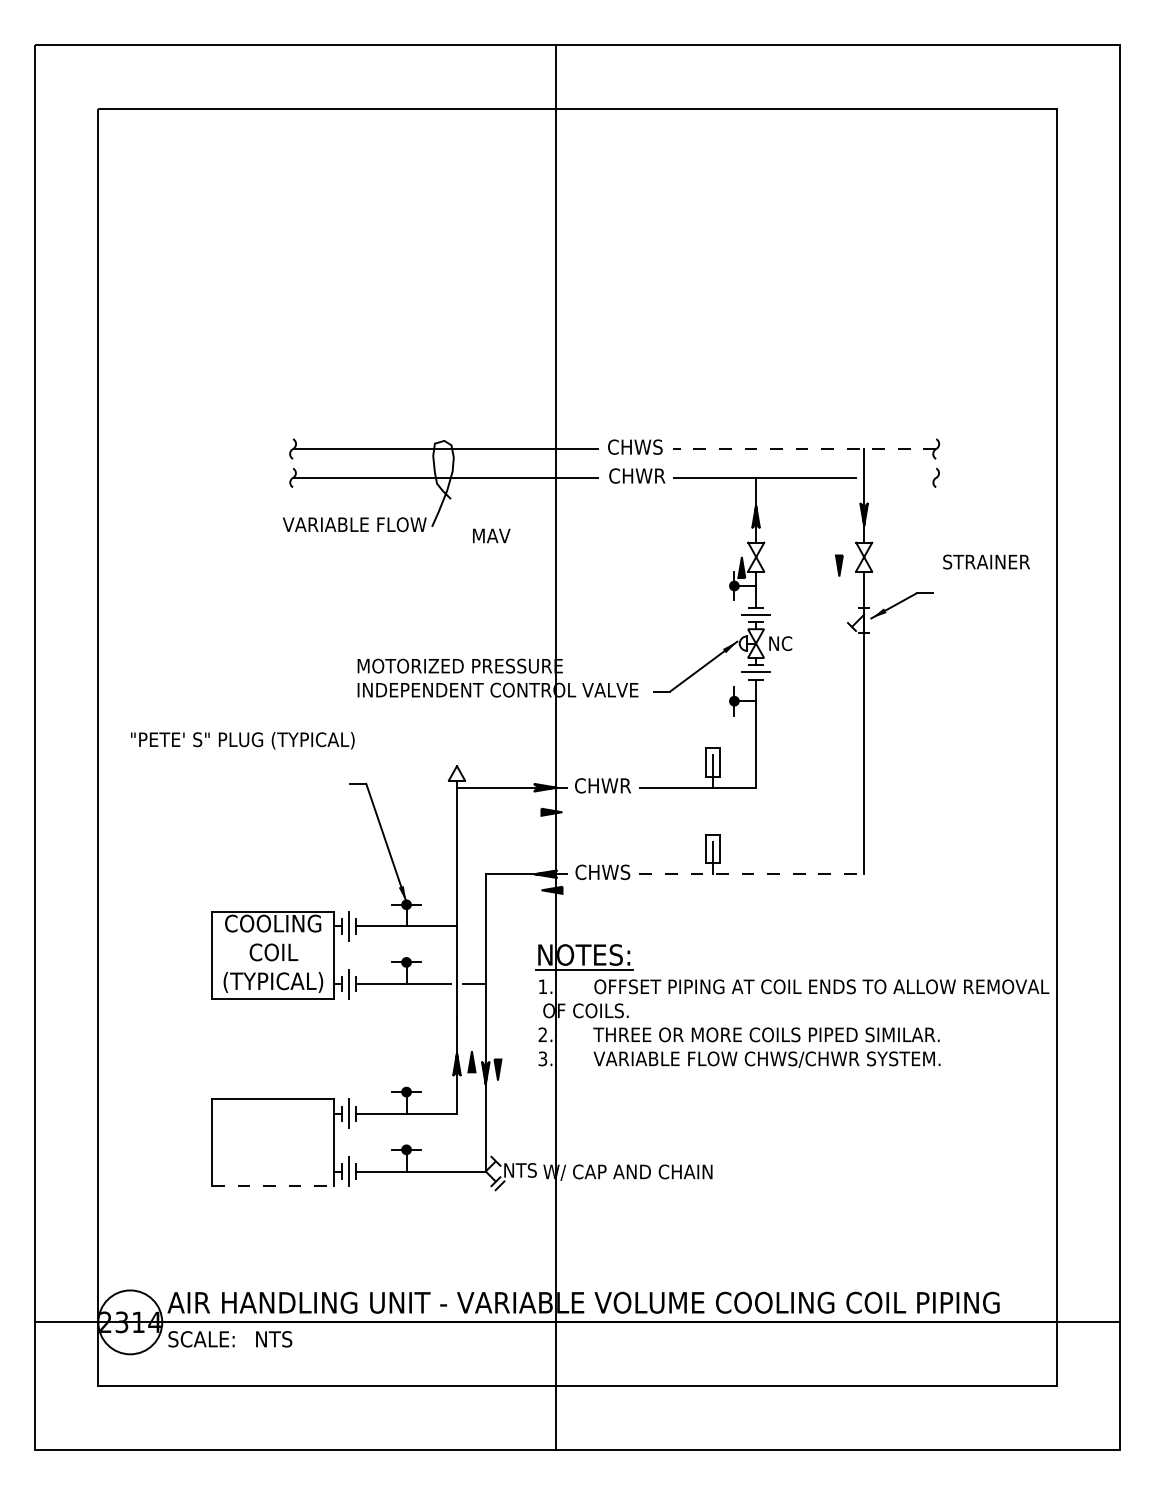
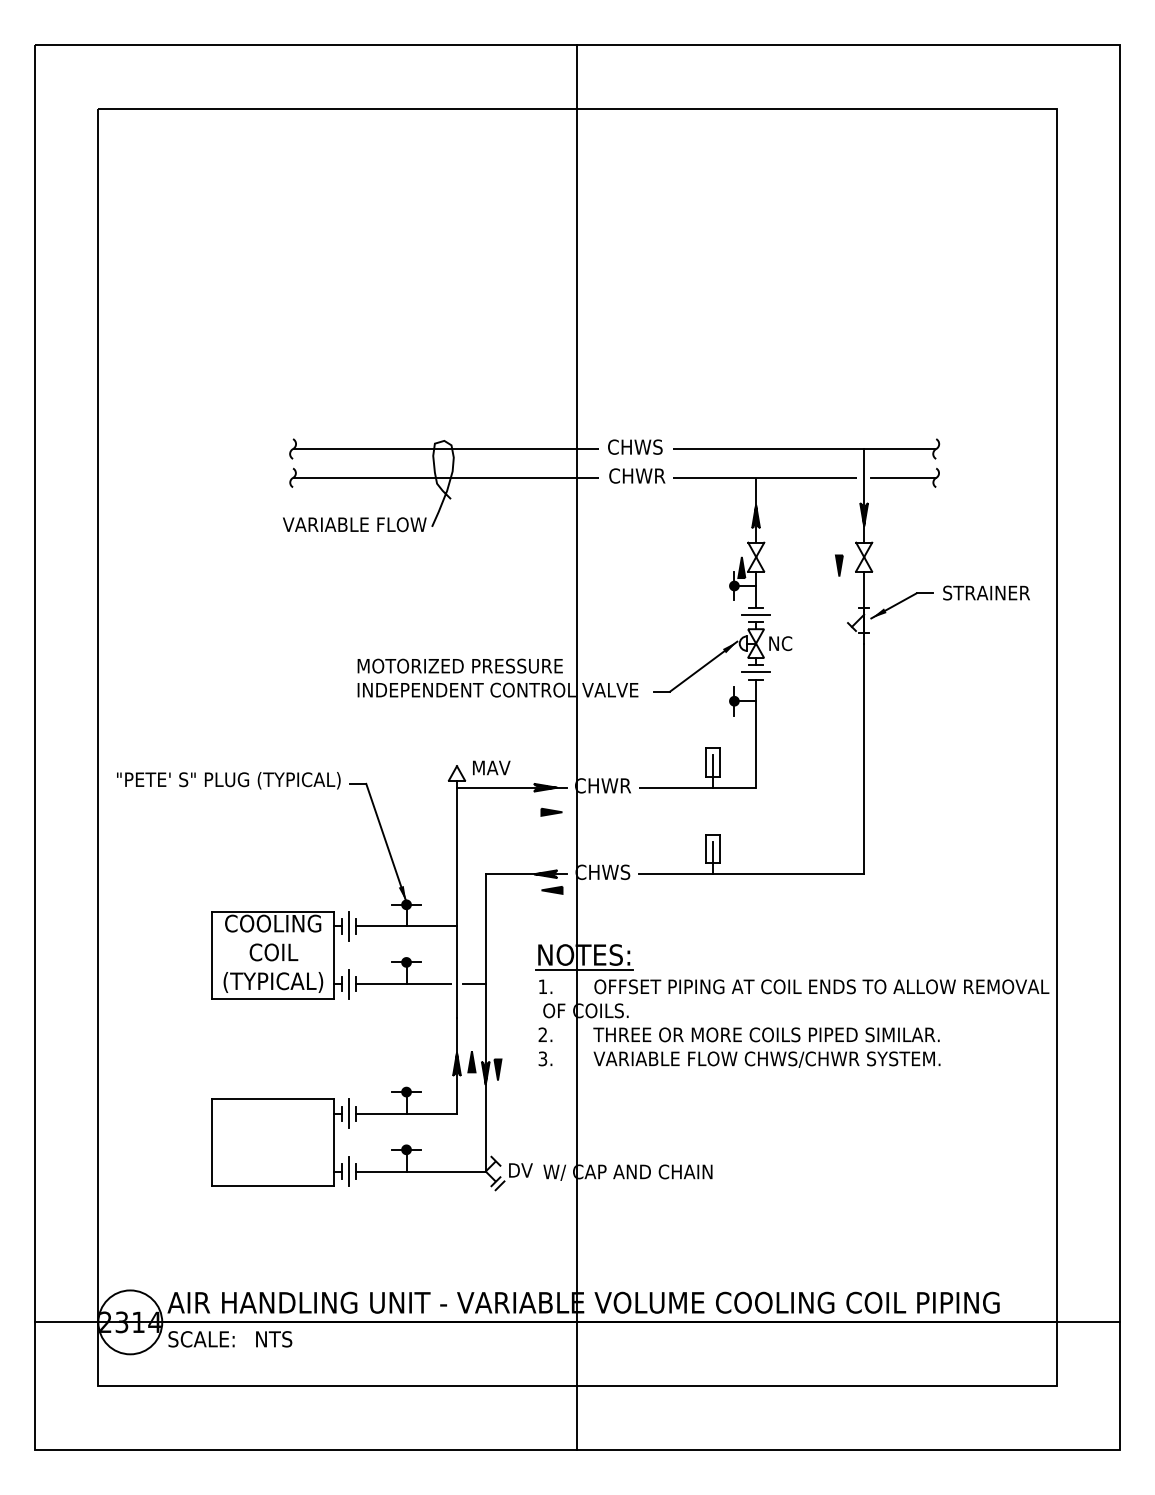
line at (803, 449): dashed -> solid
line at (903, 477): none -> present
text at (491, 535) position: (491, 535) -> (491, 767)
text at (986, 561) position: (986, 561) -> (986, 592)
text at (242, 740) position: (242, 740) -> (228, 780)
line at (556, 747) position: (556, 747) -> (577, 747)
line at (752, 874): dashed -> solid
text at (520, 1170): NTS -> DV
line at (273, 1185): dashed -> solid
